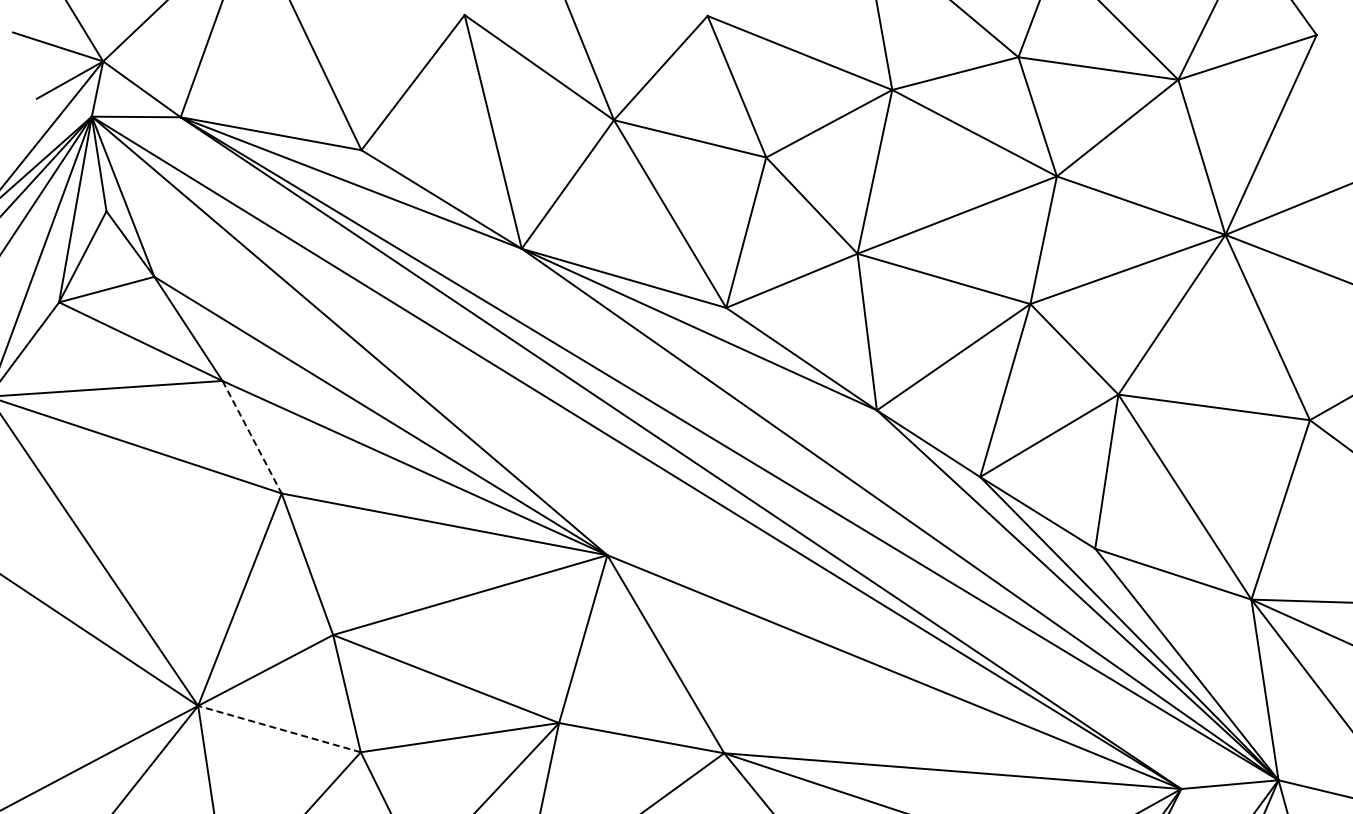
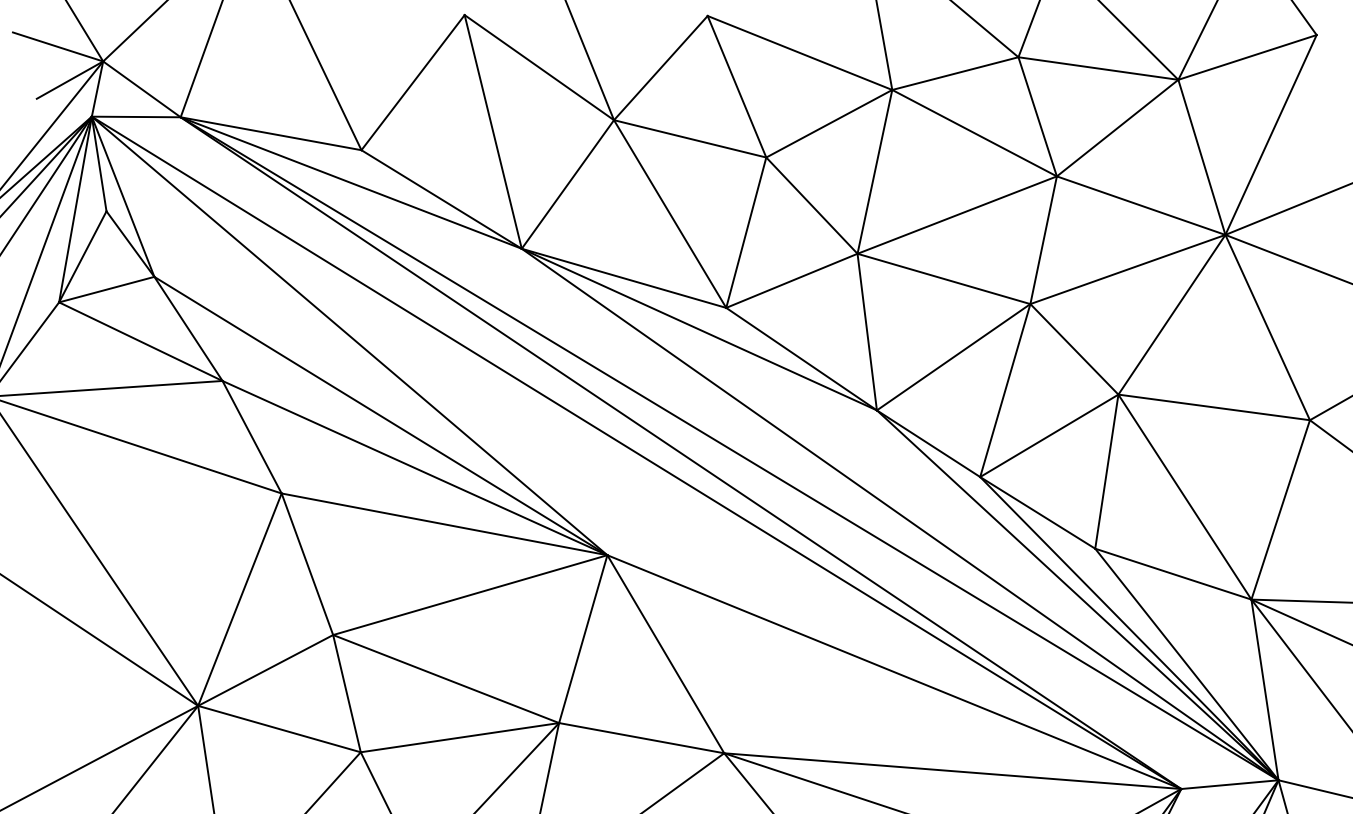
line at (252, 437): dashed -> solid
line at (279, 729): dashed -> solid
